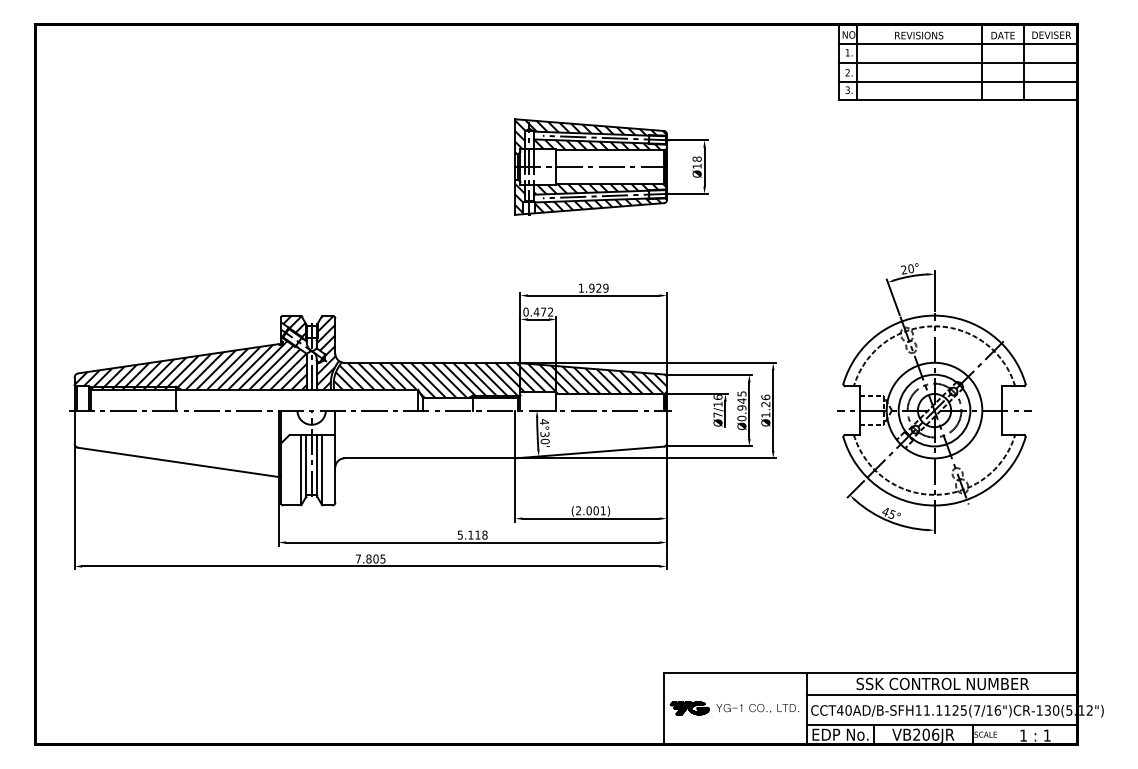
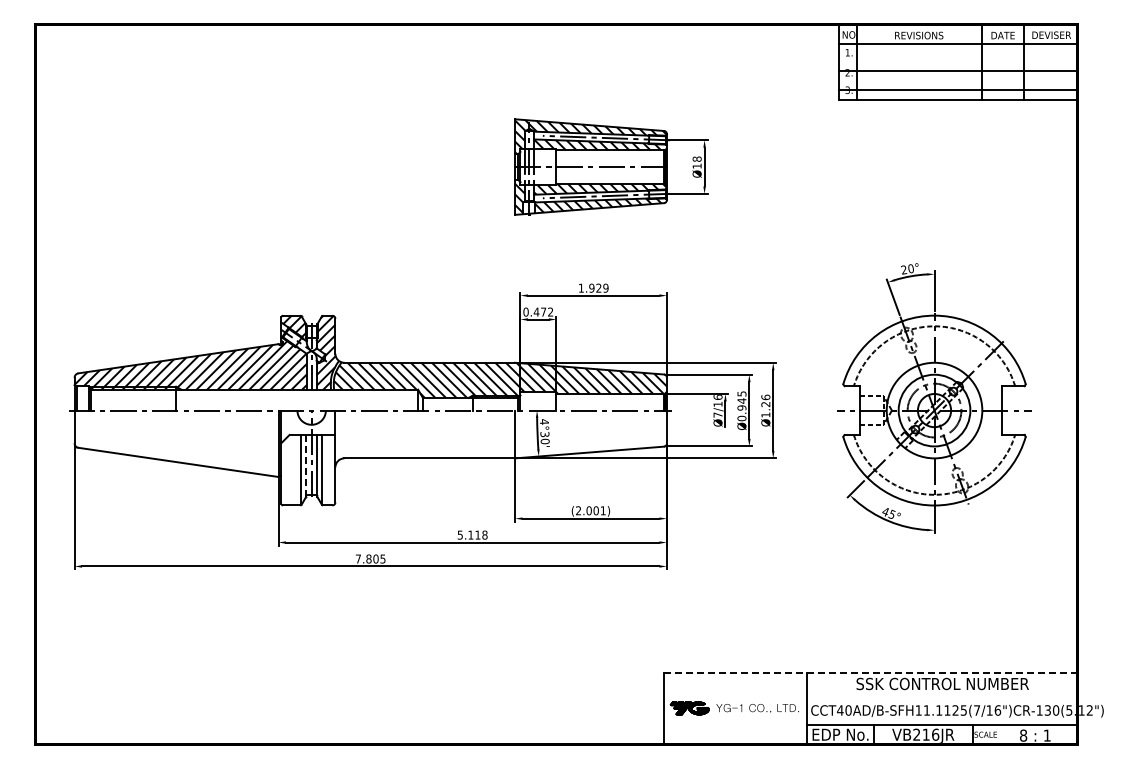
line at (957, 62) position: (957, 62) -> (957, 70)
line at (957, 81) position: (957, 81) -> (957, 89)
line at (306, 466): solid -> dashed
line at (870, 672): solid -> dashed
line at (942, 695): present -> none
text at (925, 734): VB206JR -> VB216JR
text at (1023, 735): 1 -> 8
